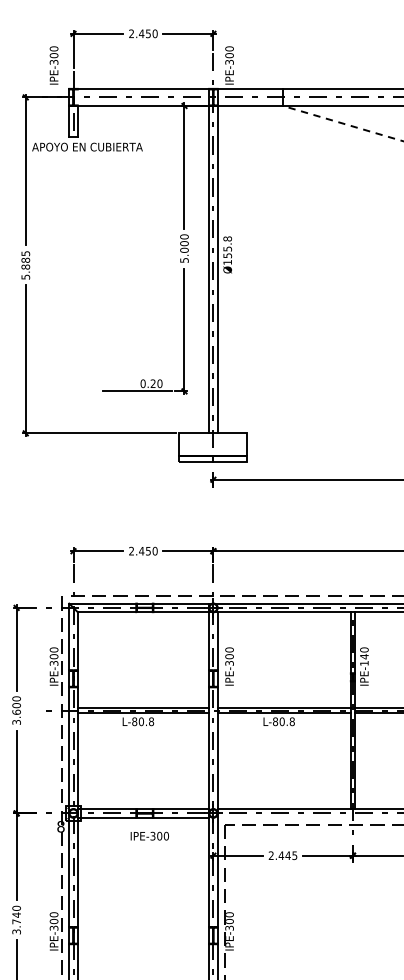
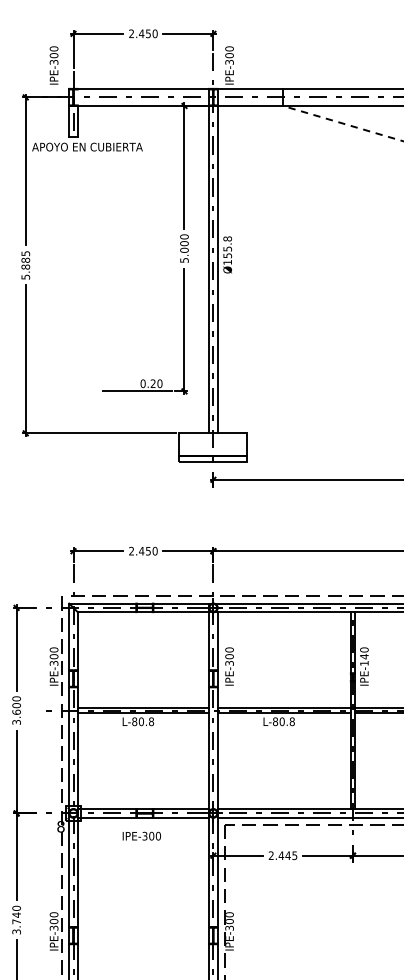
line at (308, 817): none -> present
text at (149, 835) position: (149, 835) -> (141, 835)
